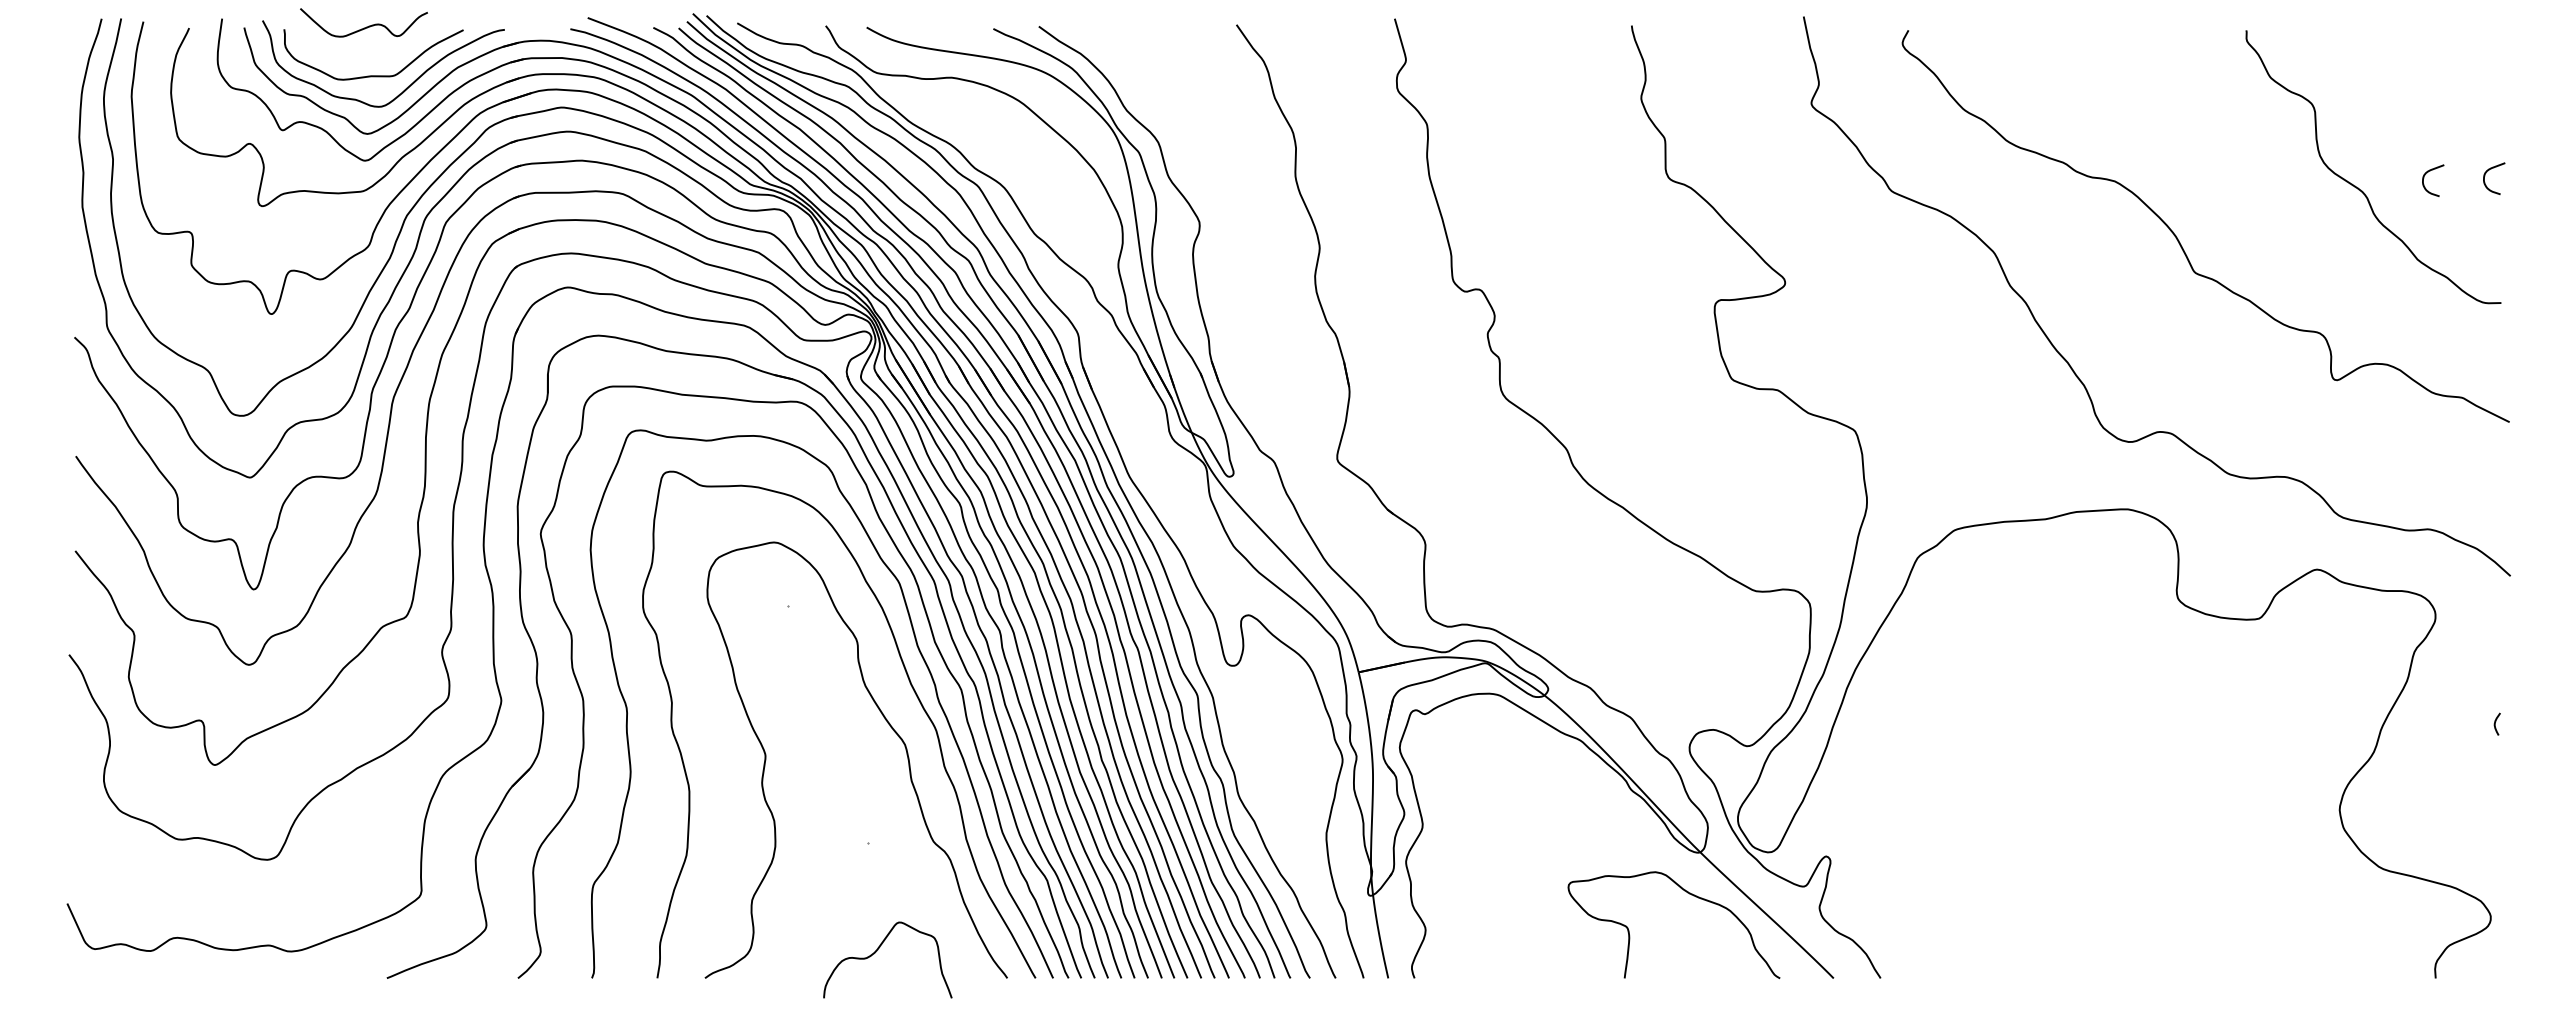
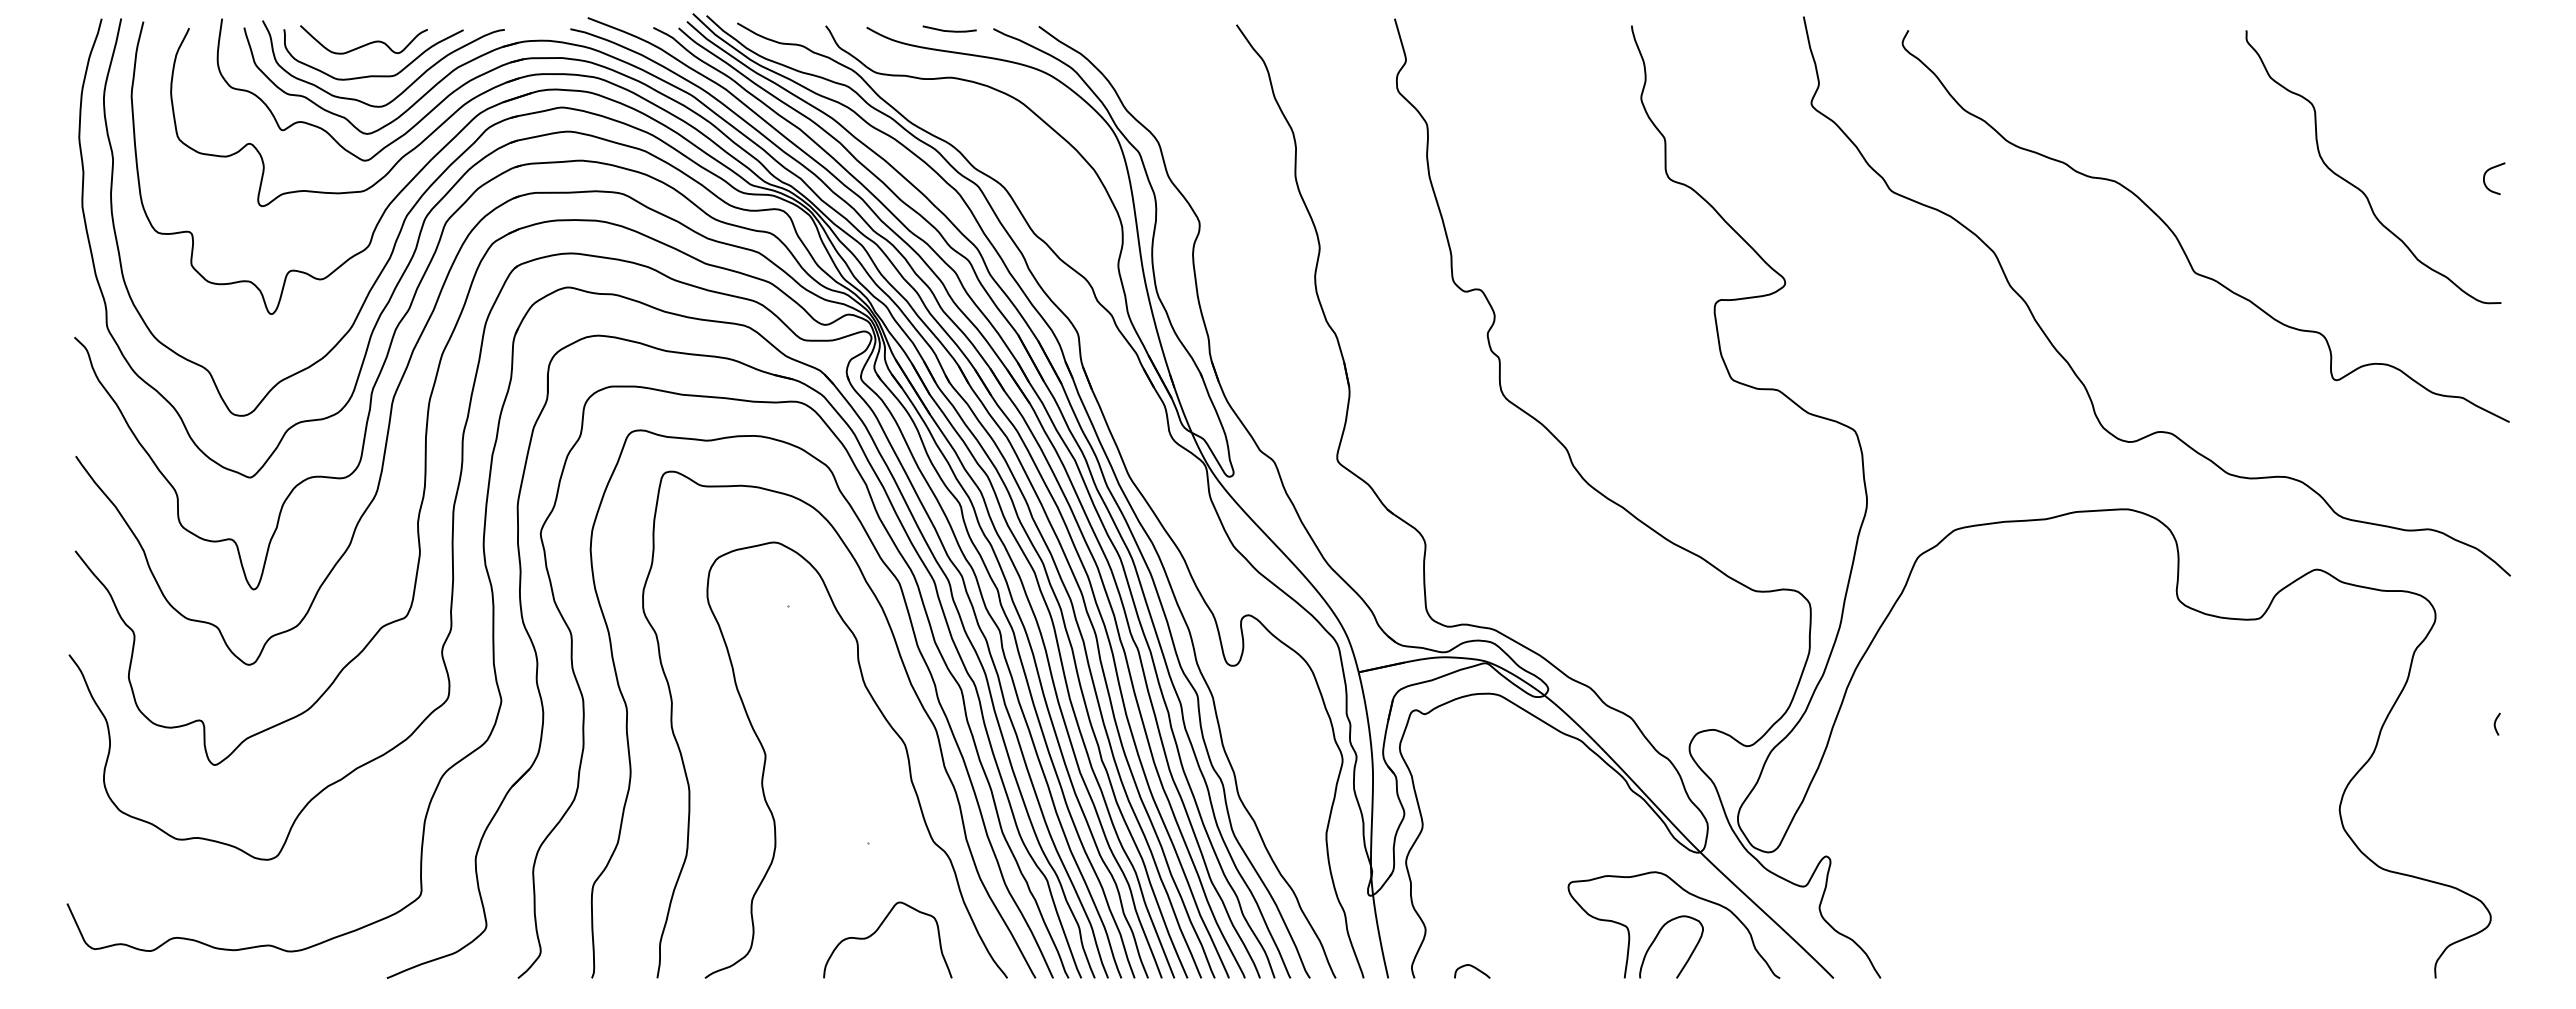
curve at (366, 26) position: (366, 26) -> (366, 43)
line at (949, 30): none -> present
curve at (2427, 173): present -> none
curve at (1656, 938): none -> present
curve at (877, 951) position: (877, 951) -> (877, 931)
curve at (1474, 968): none -> present
